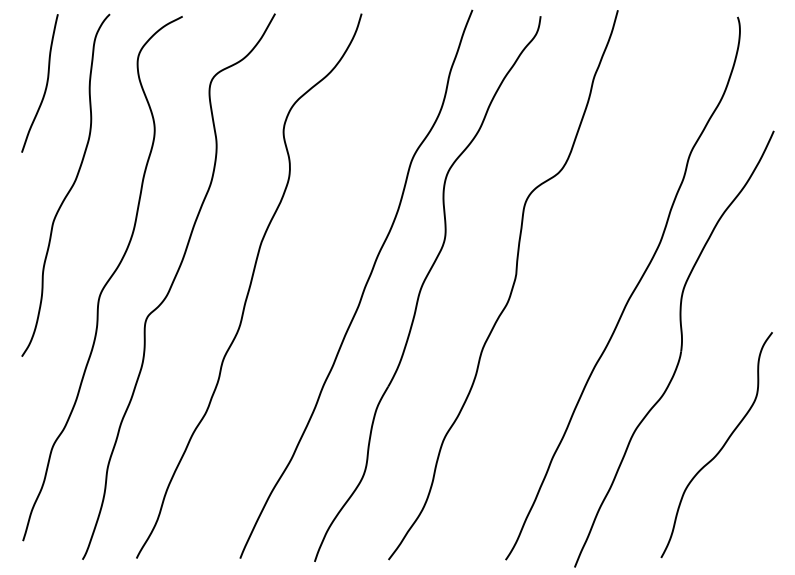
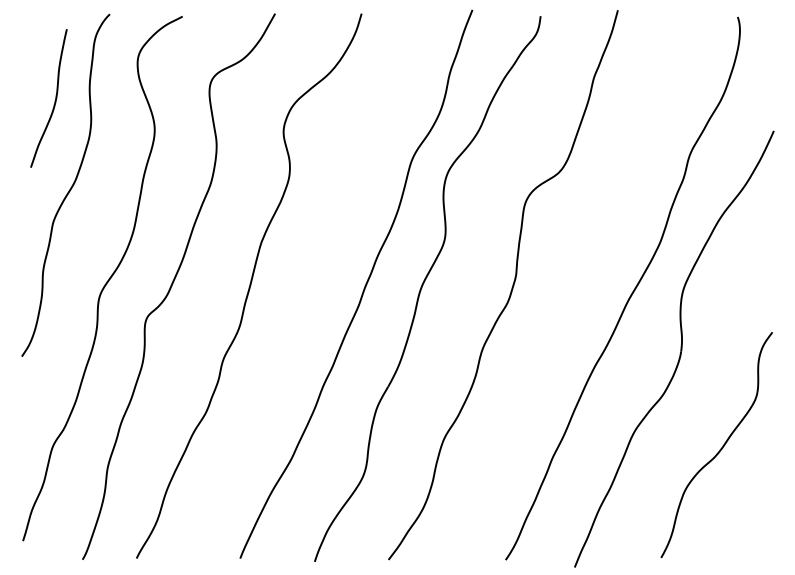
curve at (45, 85) position: (45, 85) -> (54, 100)
